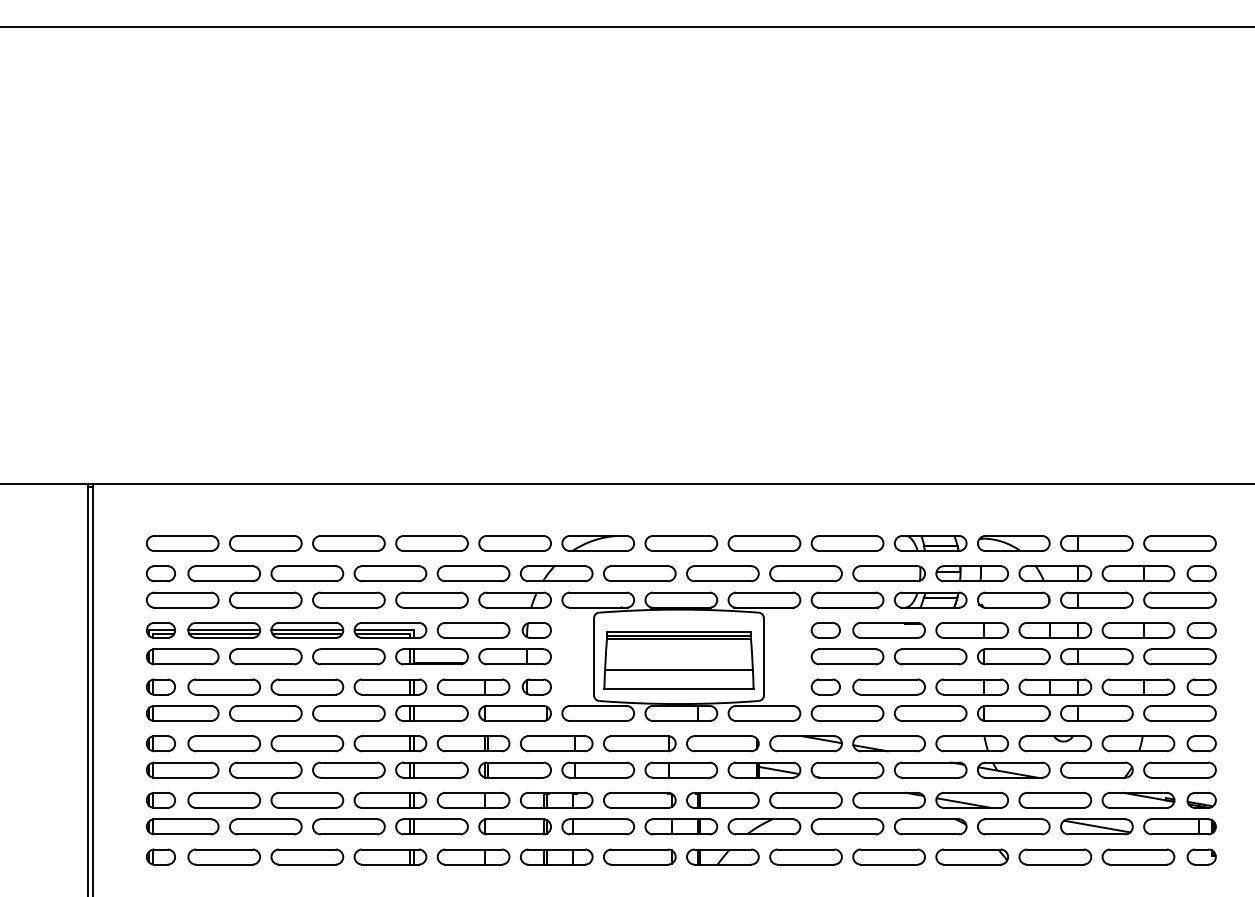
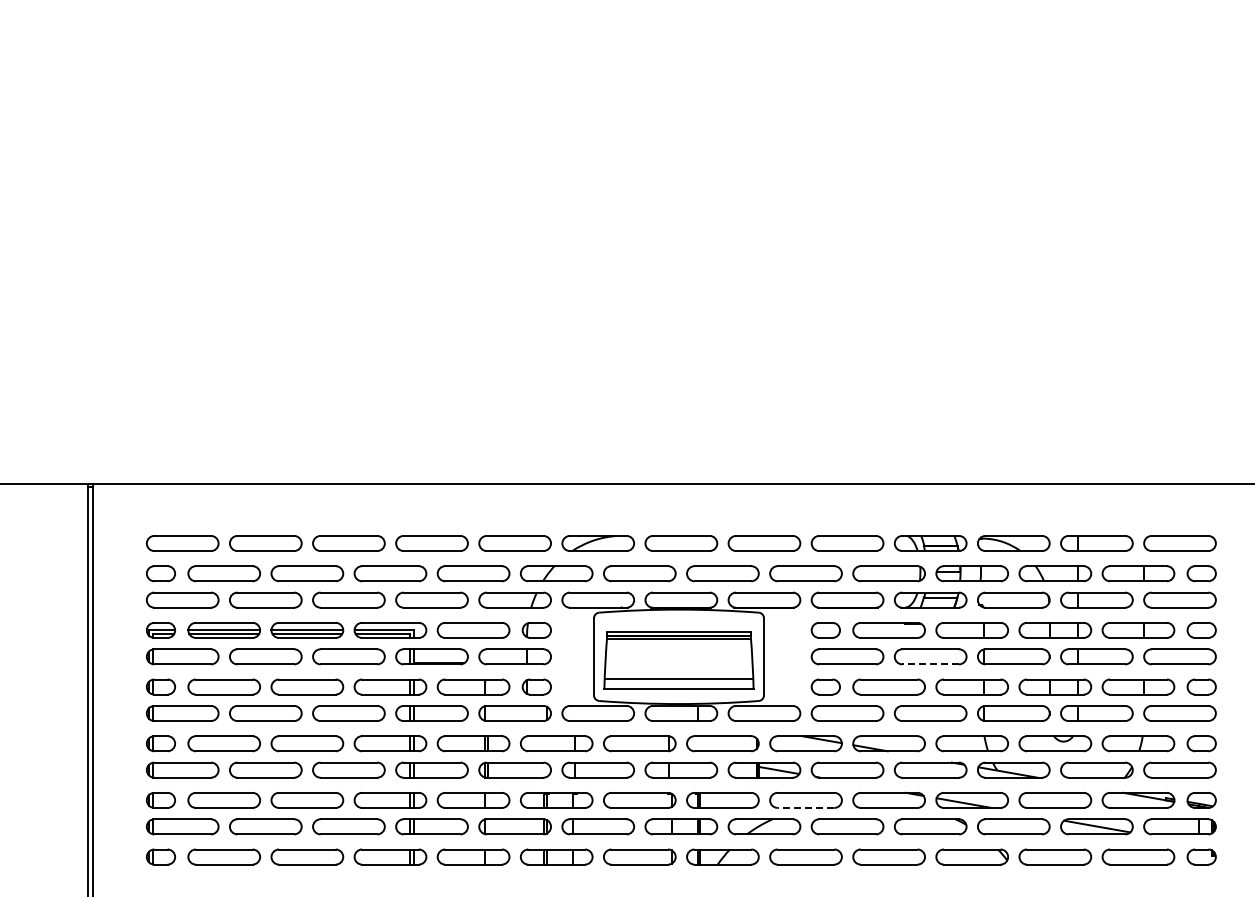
line at (626, 26): present -> none
line at (930, 664): solid -> dashed
line at (678, 669) position: (678, 669) -> (678, 678)
line at (805, 807): solid -> dashed
